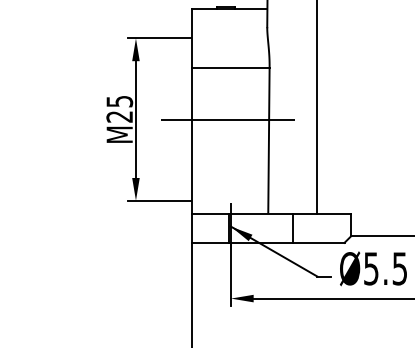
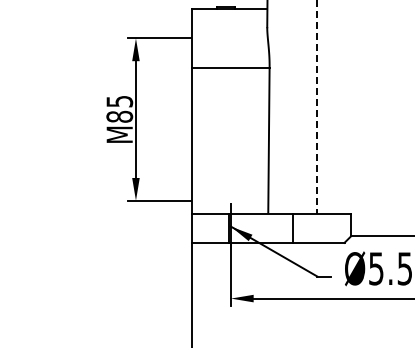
line at (316, 107): solid -> dashed
text at (119, 116): M25 -> M85
line at (227, 119): present -> none
text at (373, 268) position: (373, 268) -> (378, 268)
